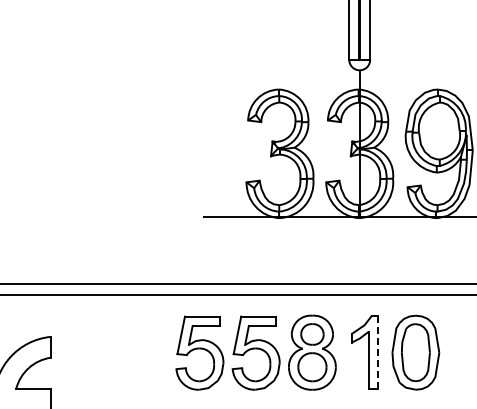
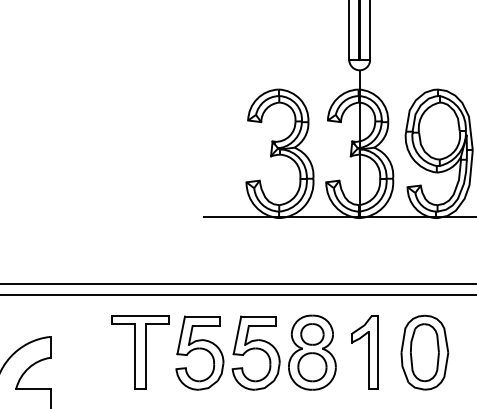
part at (140, 352): none -> present
line at (378, 352): dashed -> solid
part at (415, 352) position: (415, 352) -> (424, 352)
